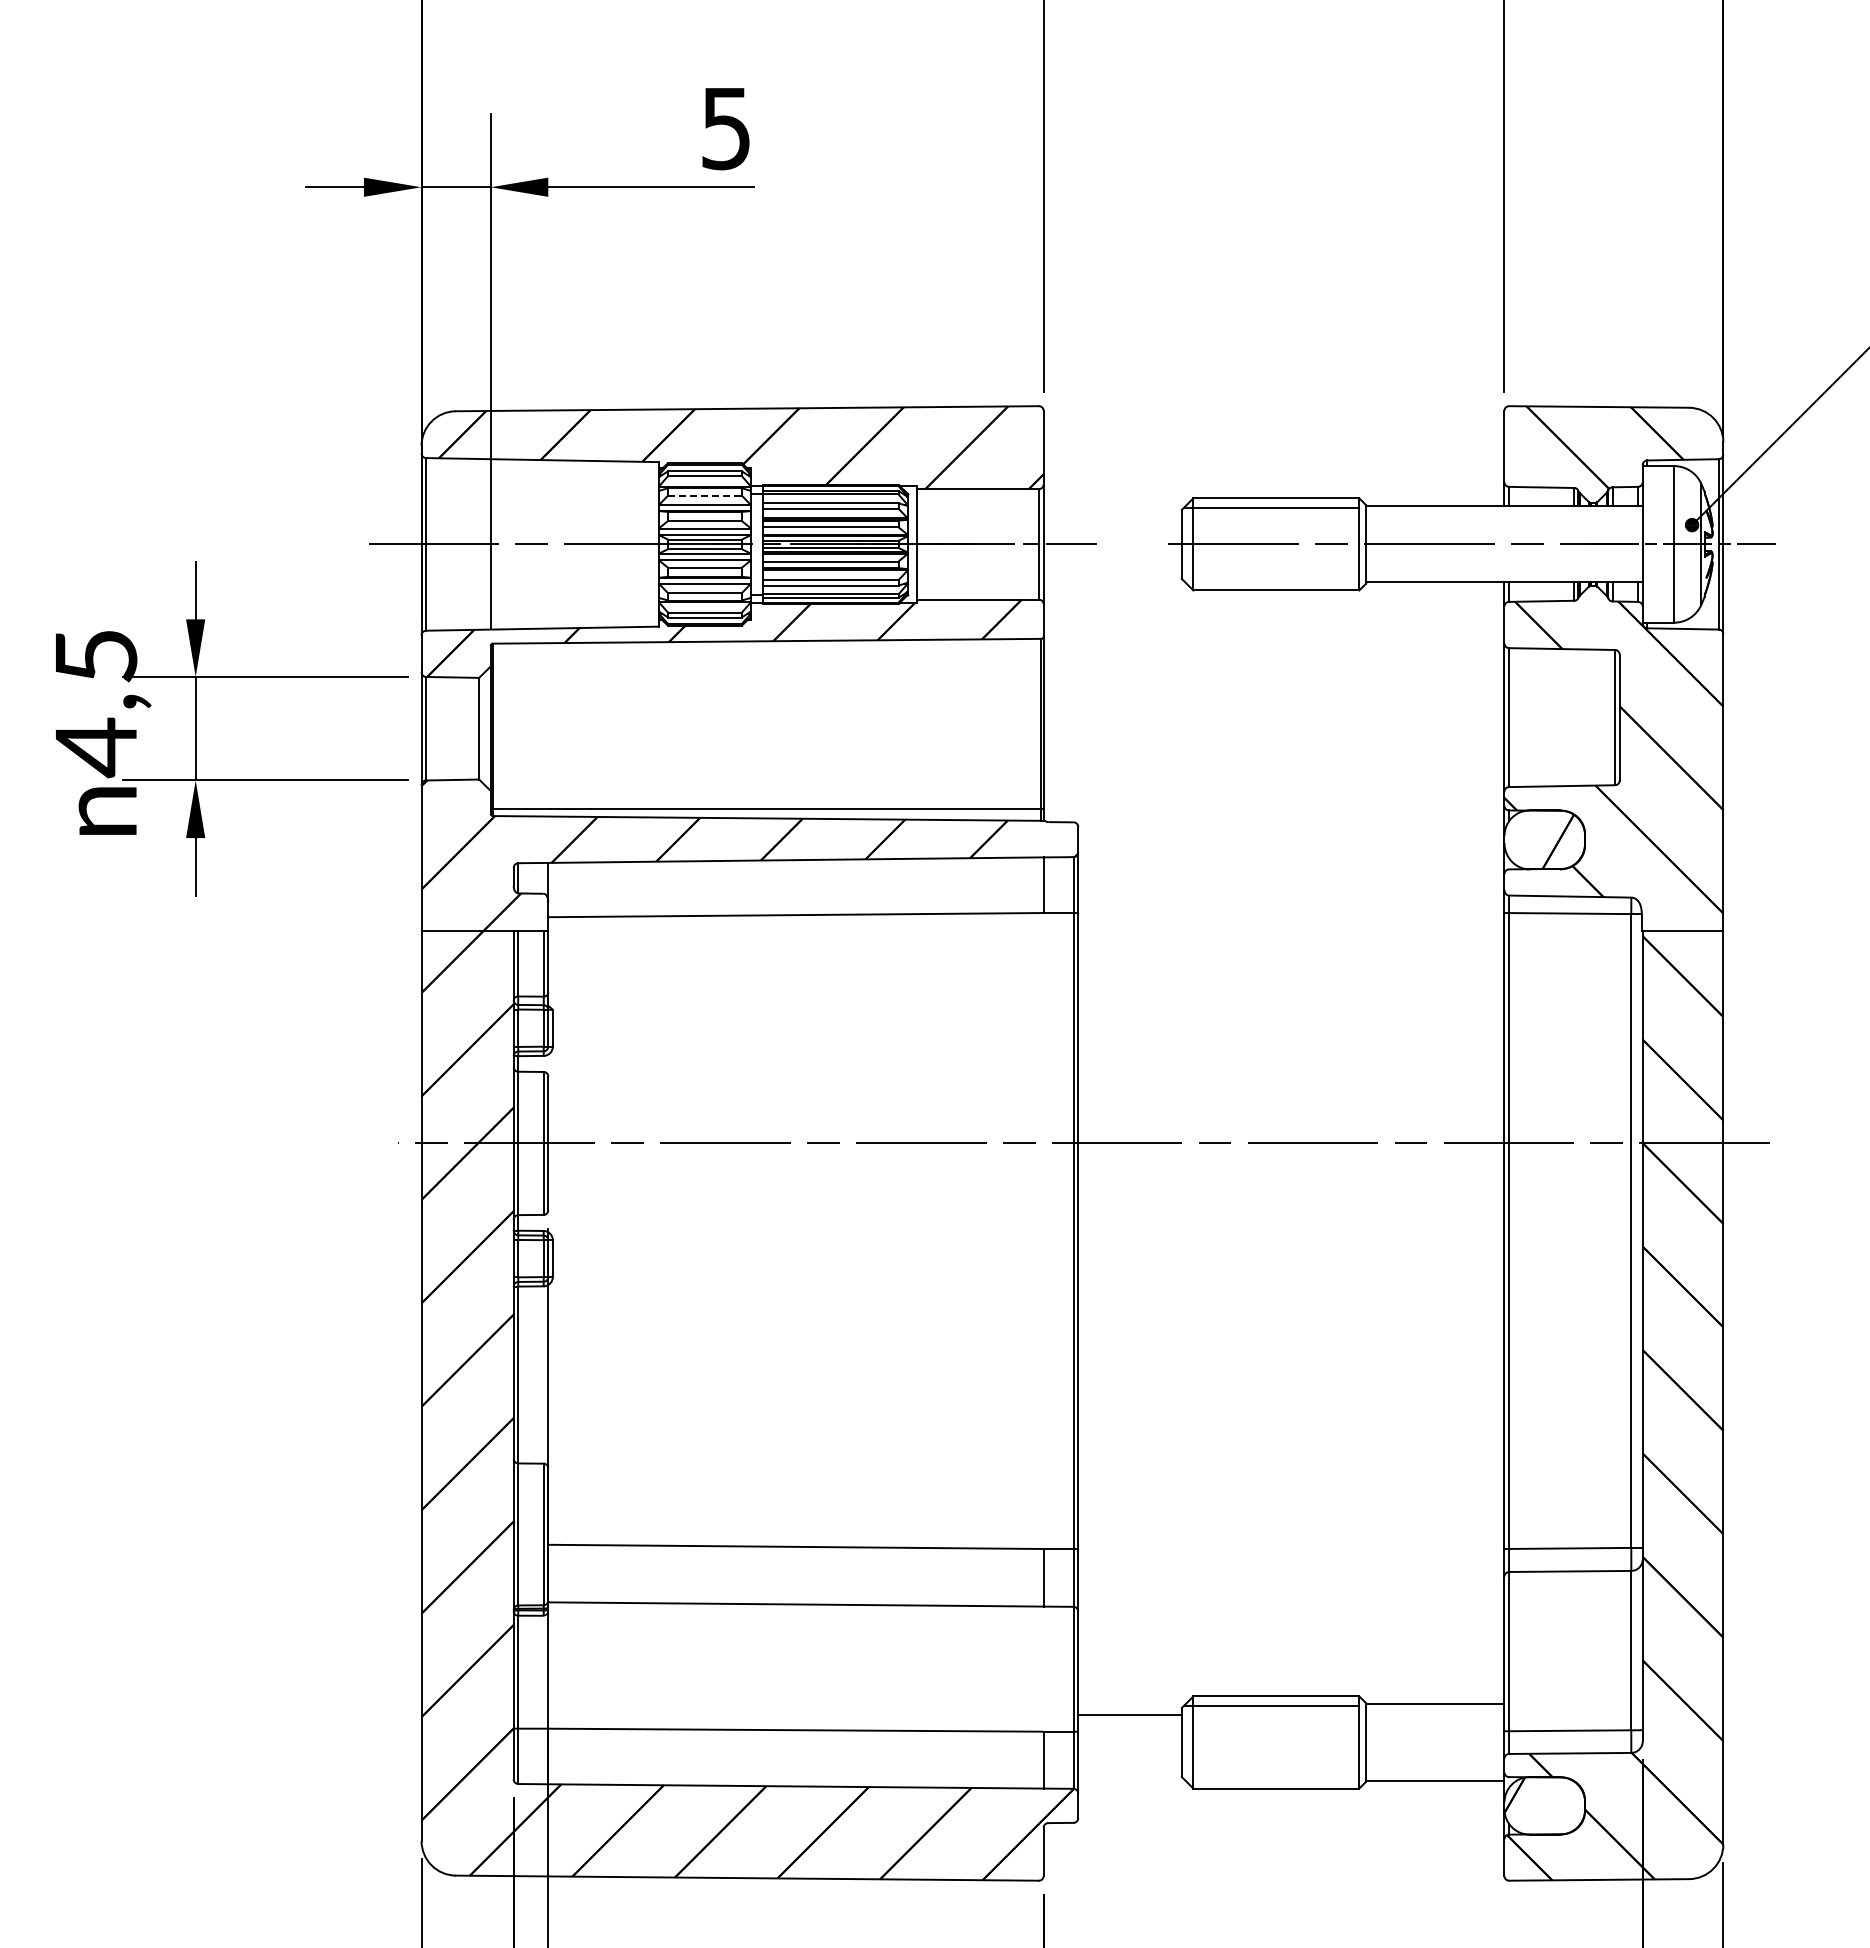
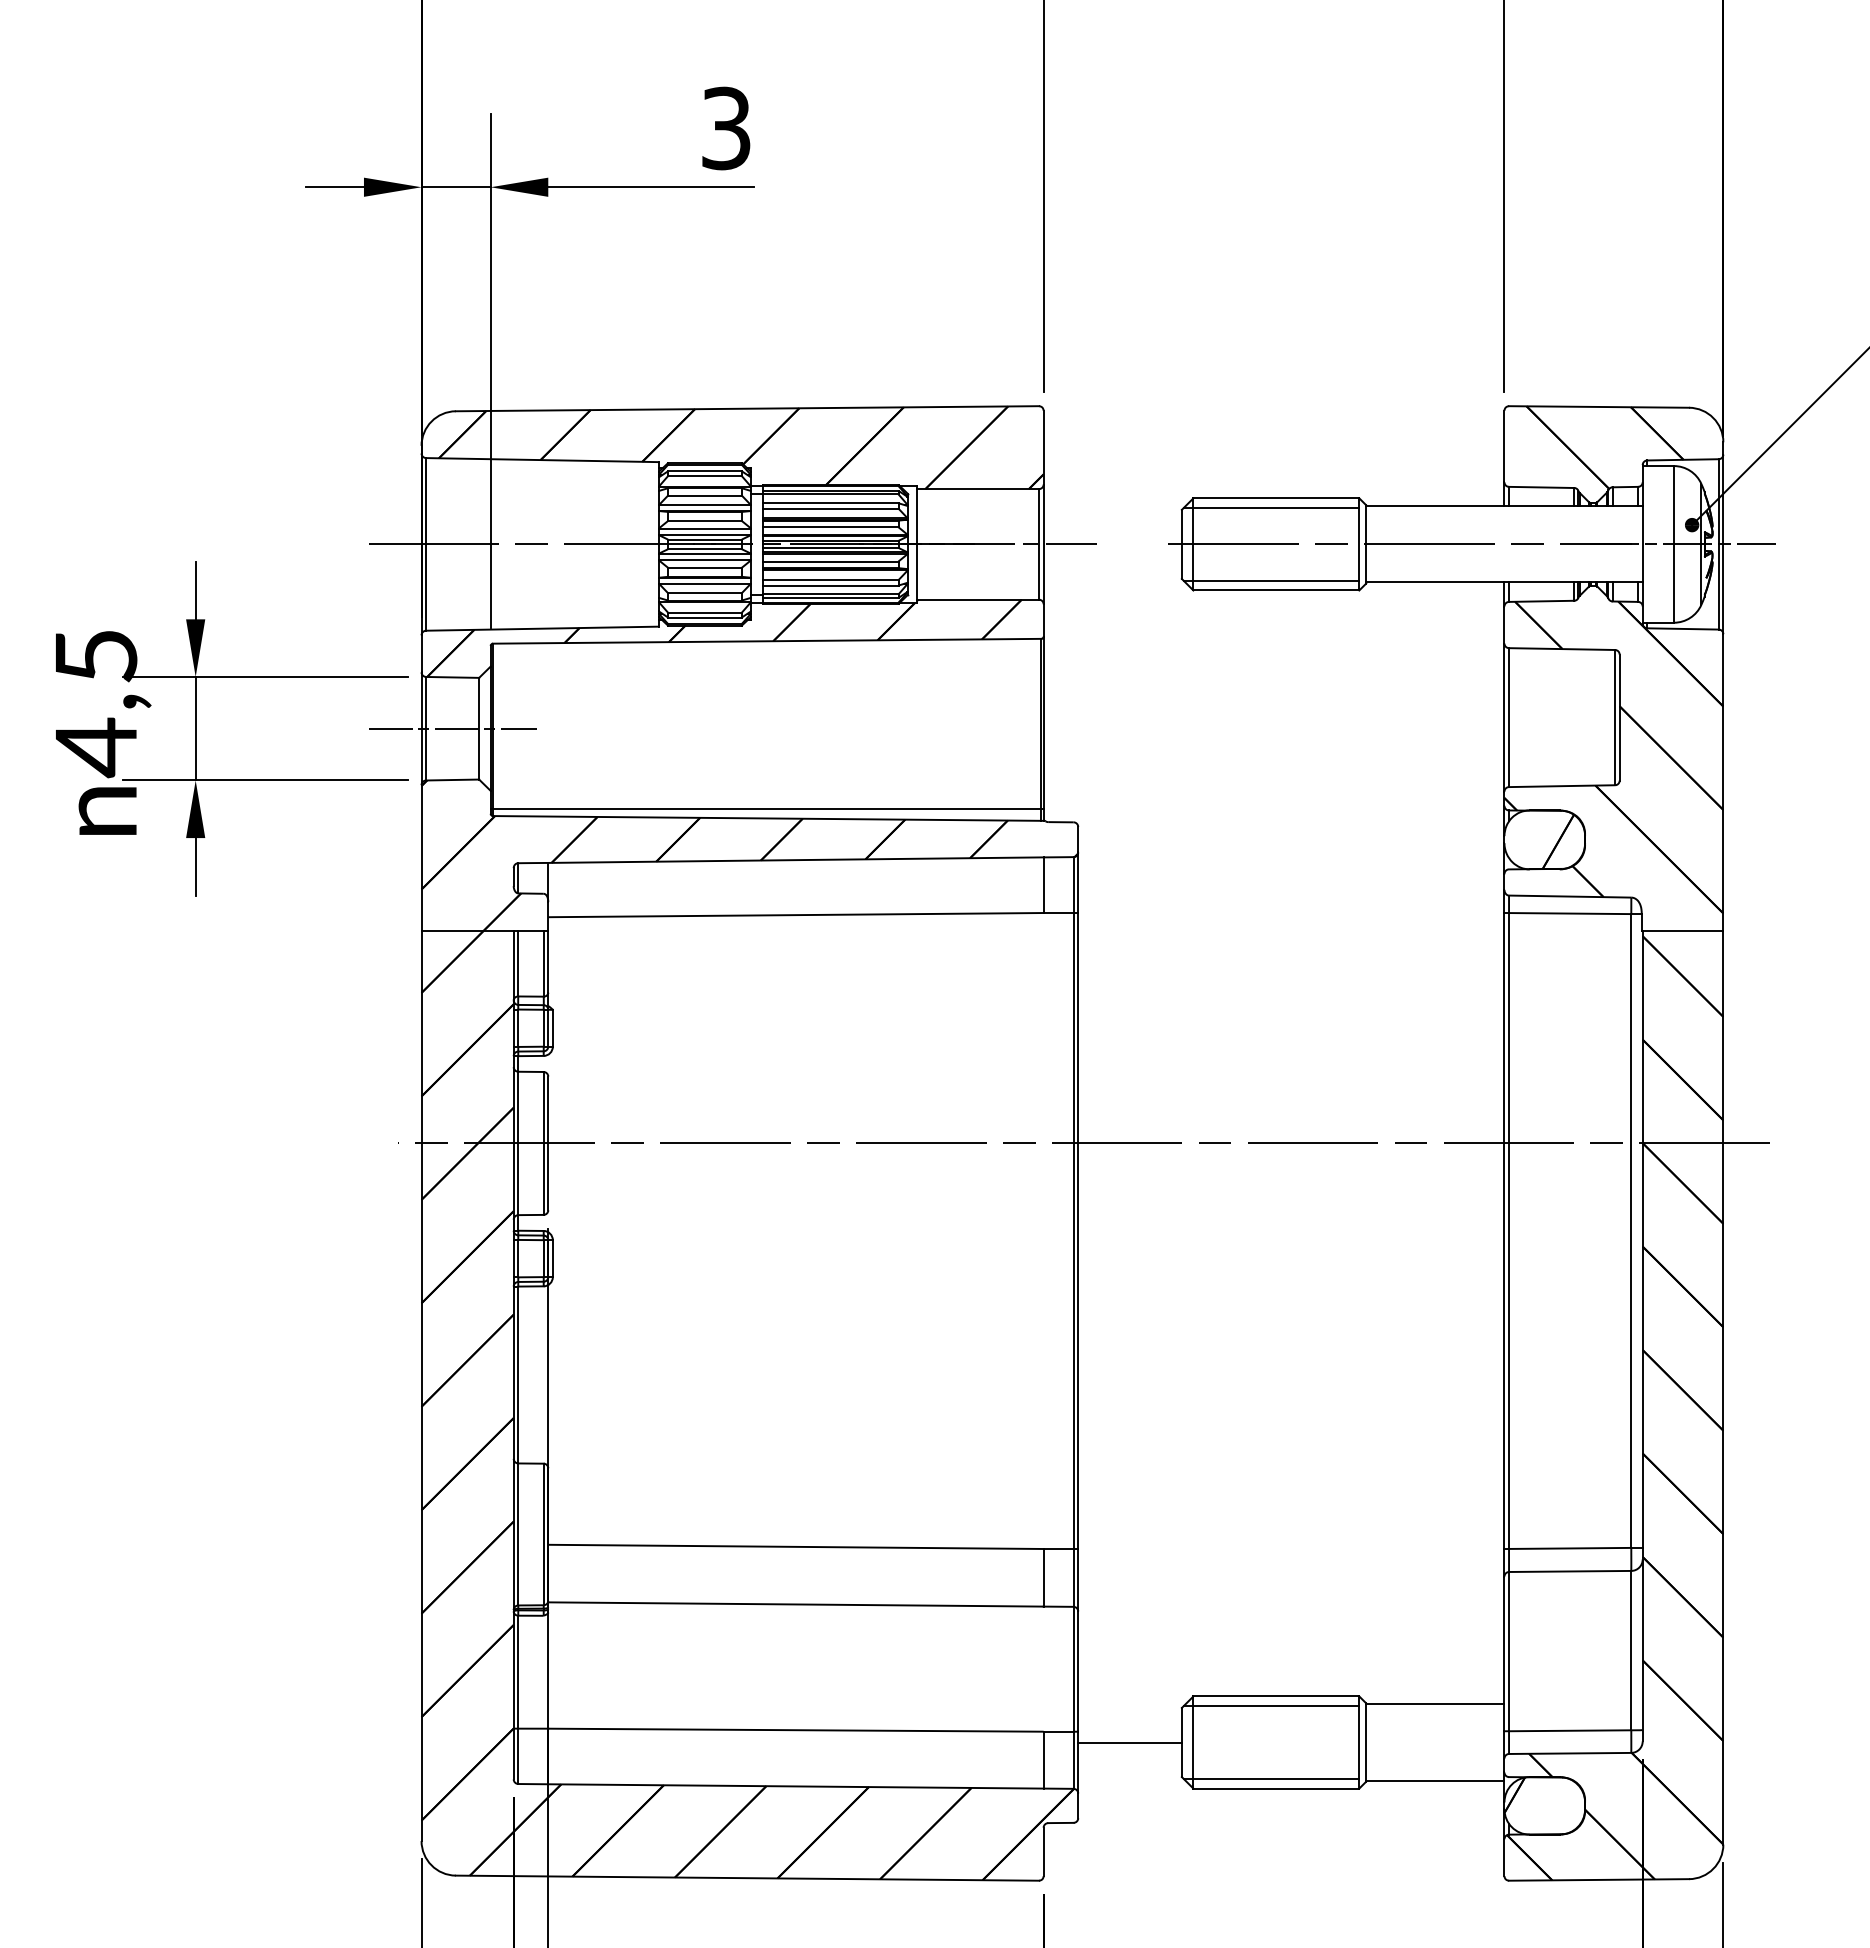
text at (726, 127): 5 -> 3
line at (704, 495): dashed -> solid
line at (1271, 580): none -> present
line at (452, 728): none -> present
line at (1129, 1714) position: (1129, 1714) -> (1129, 1742)
line at (1271, 1778): none -> present
